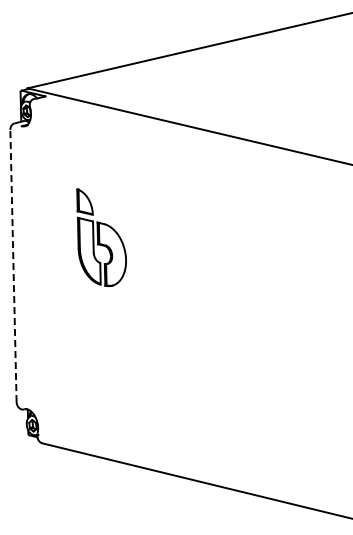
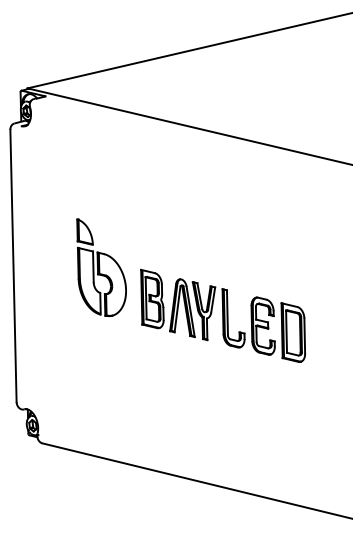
part at (101, 237) position: (101, 237) -> (101, 267)
line at (13, 265): dashed -> solid
part at (223, 315): none -> present
